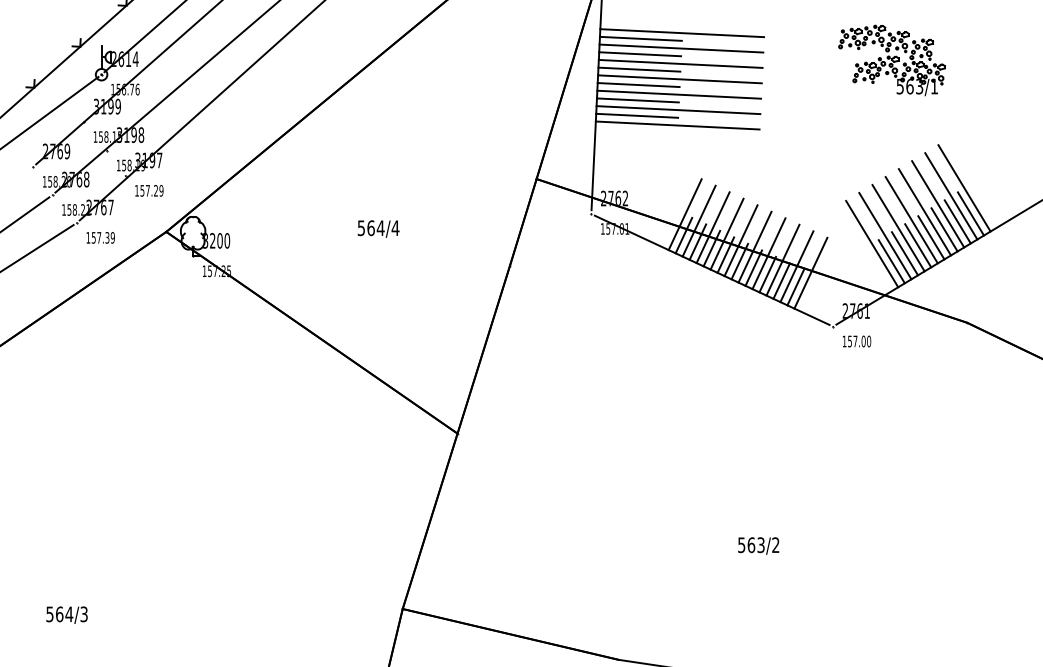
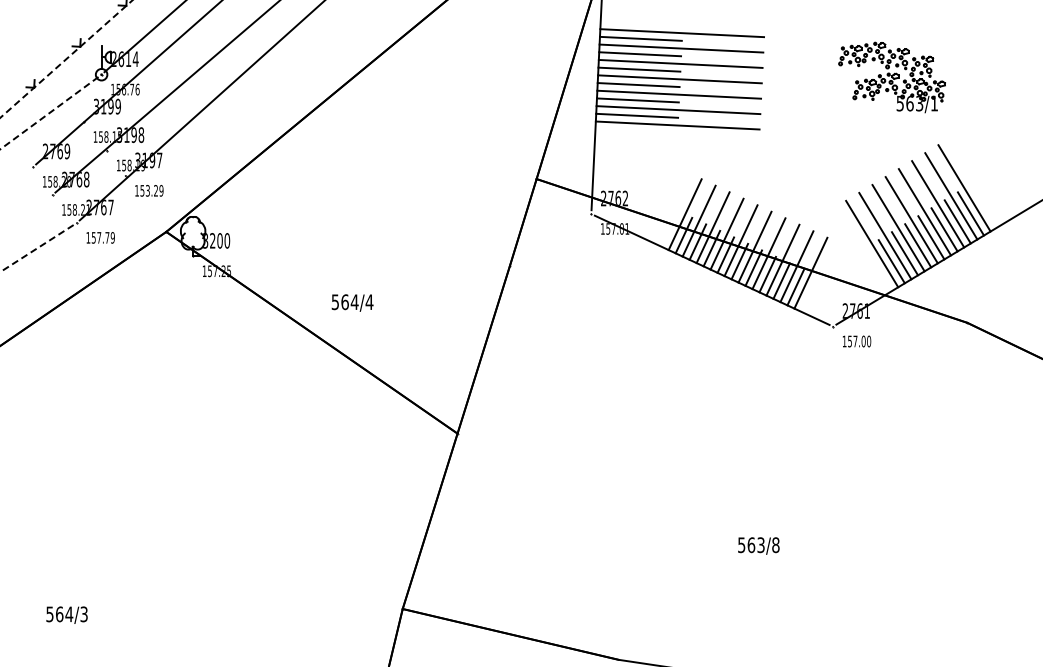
line at (66, 59): solid -> dashed
part at (891, 60) position: (891, 60) -> (891, 77)
line at (49, 113): solid -> dashed
text at (147, 190): 157.29 -> 153.29
line at (25, 214): present -> none
text at (378, 228) position: (378, 228) -> (352, 302)
text at (107, 237): 157.39 -> 157.79
line at (36, 248): solid -> dashed
text at (775, 545): 563/2 -> 563/8
